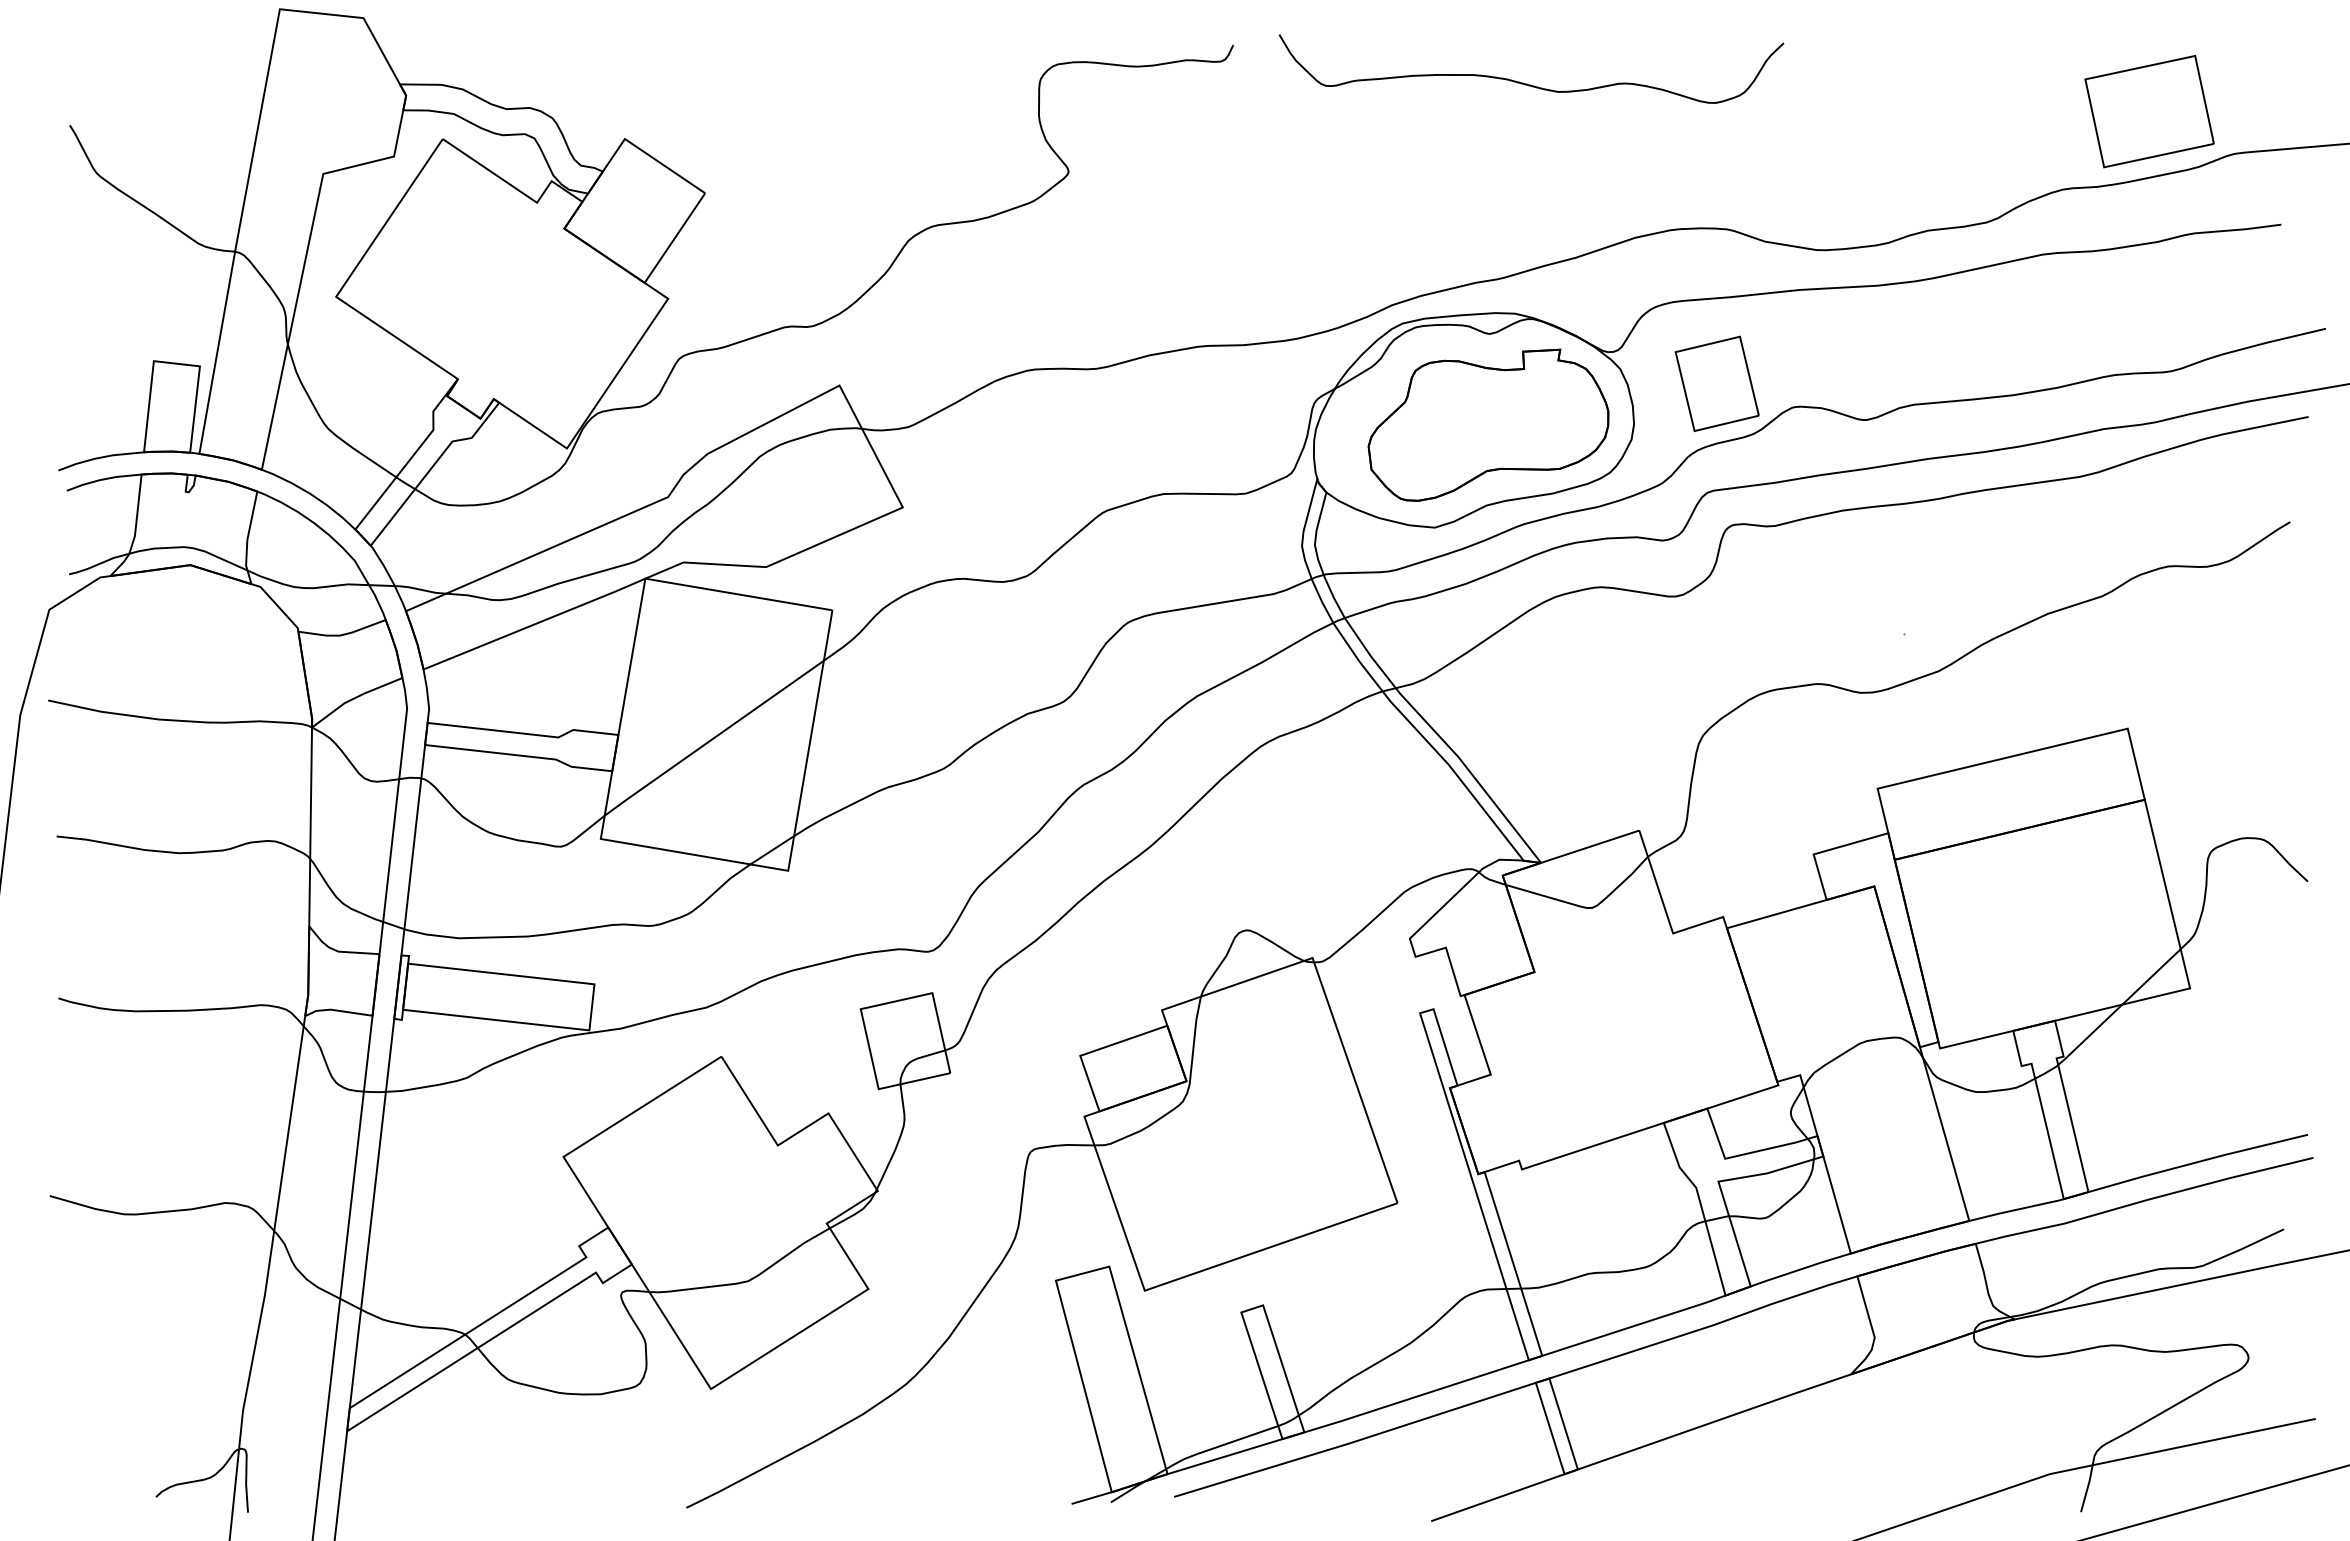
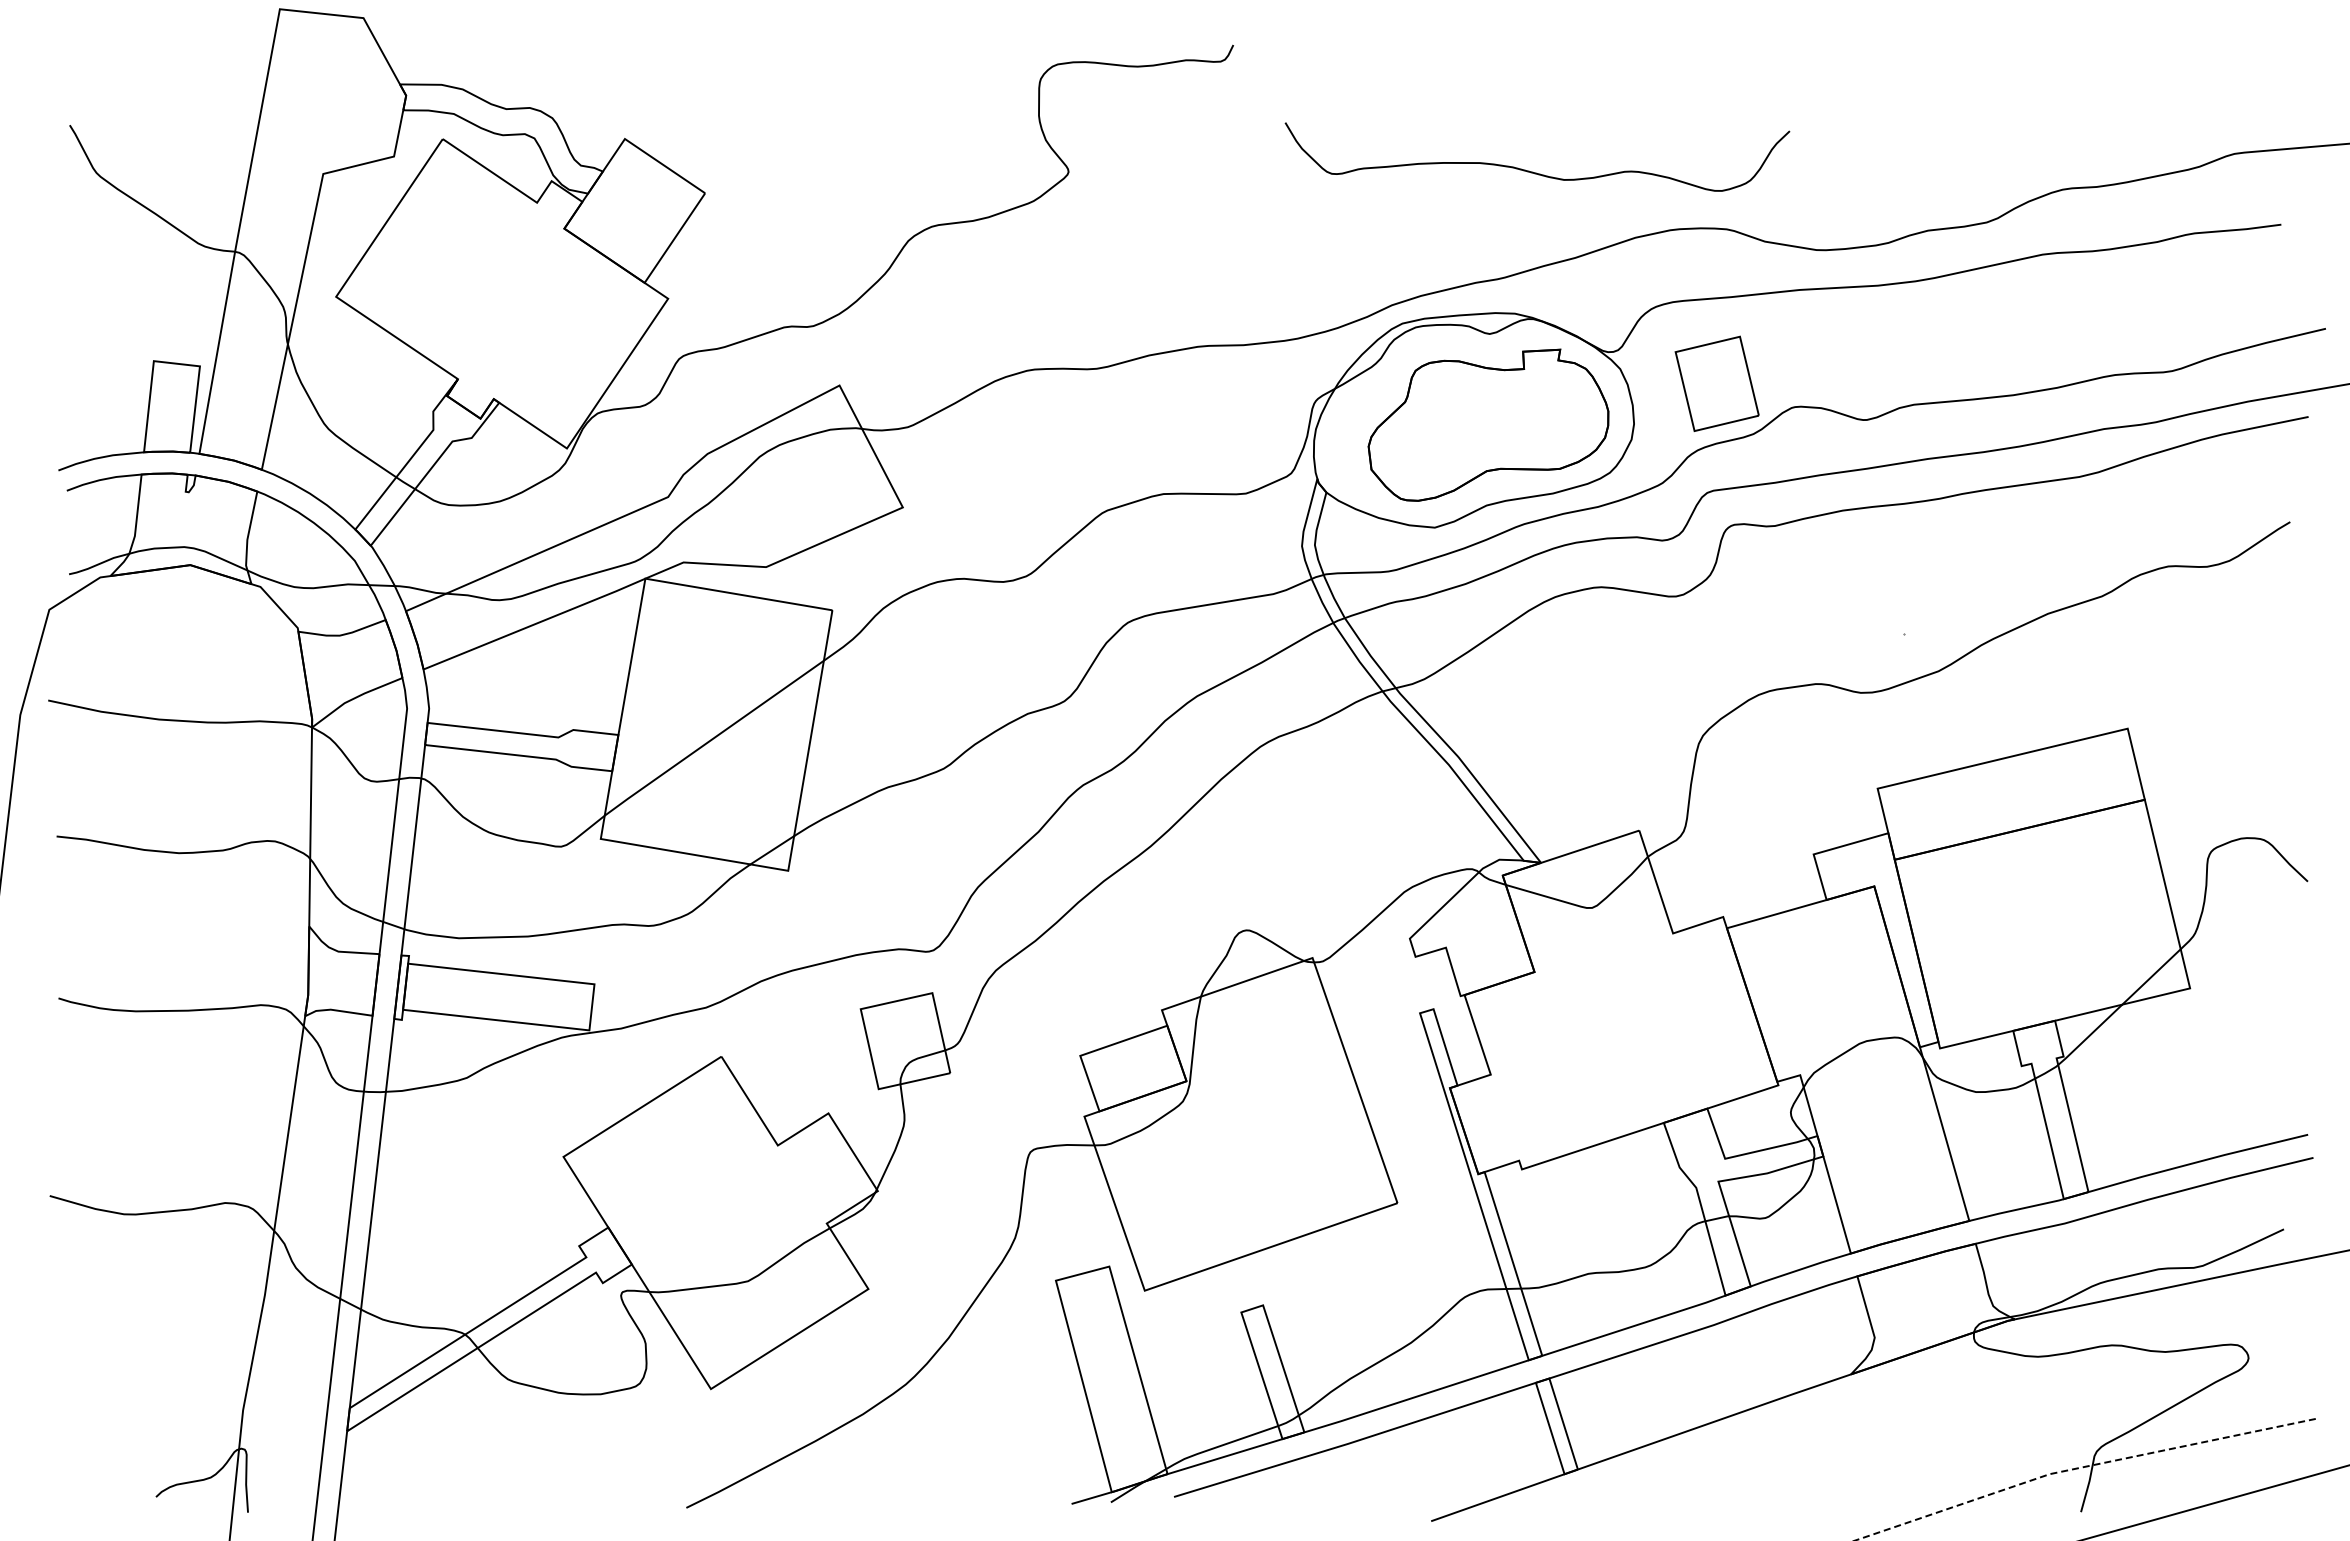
curve at (1526, 83) position: (1526, 83) -> (1532, 171)
part at (2149, 111): present -> none
line at (2081, 1467): solid -> dashed
